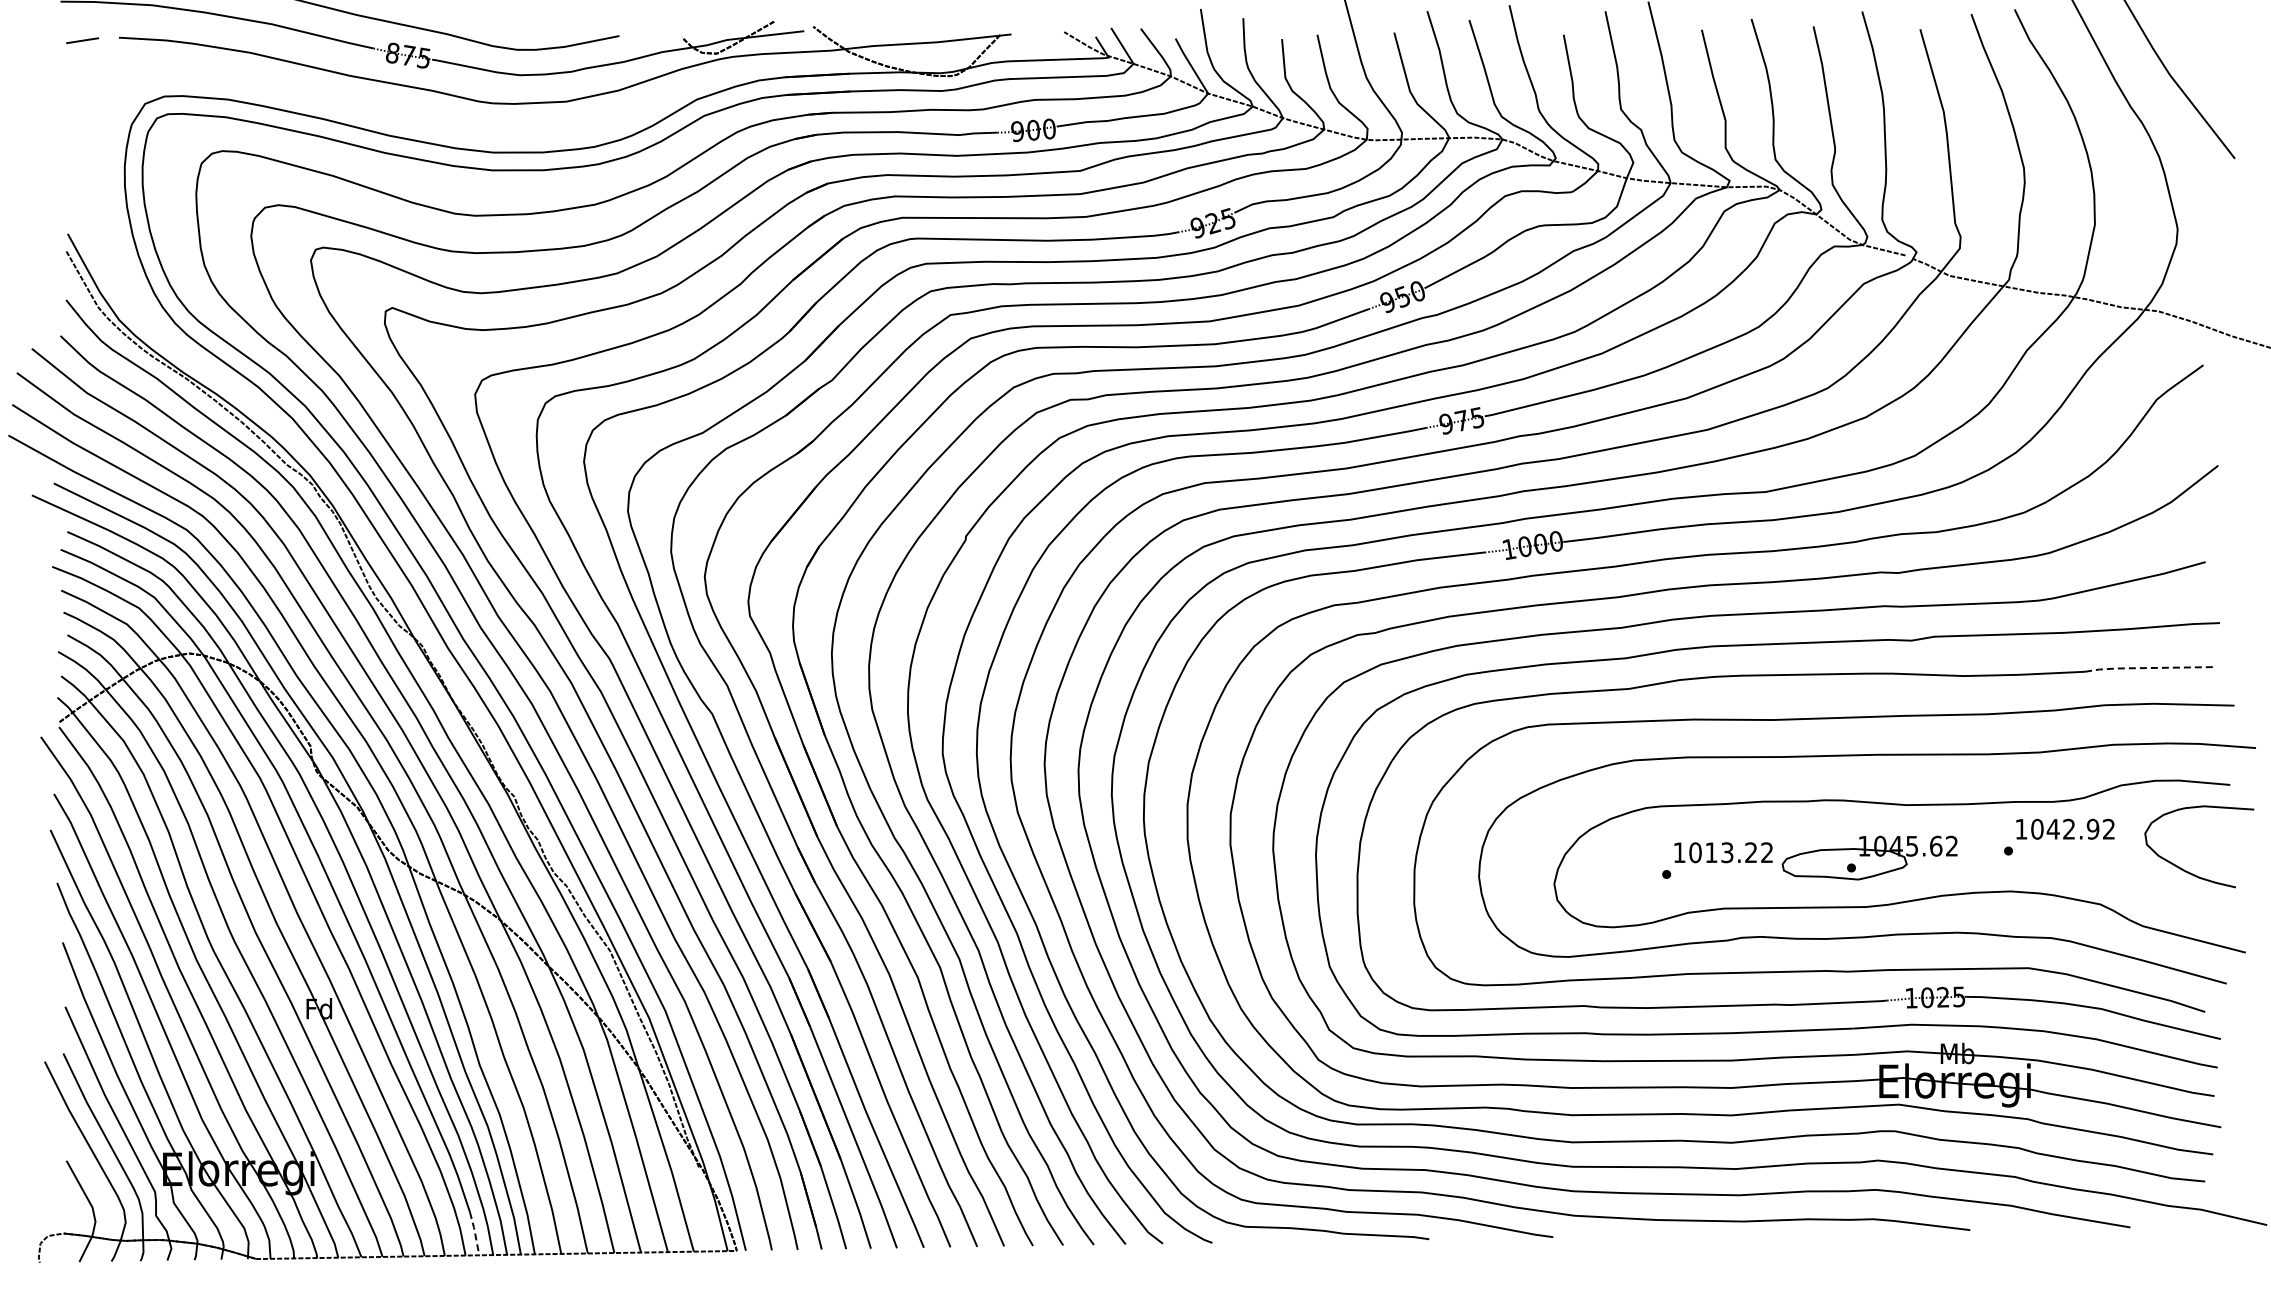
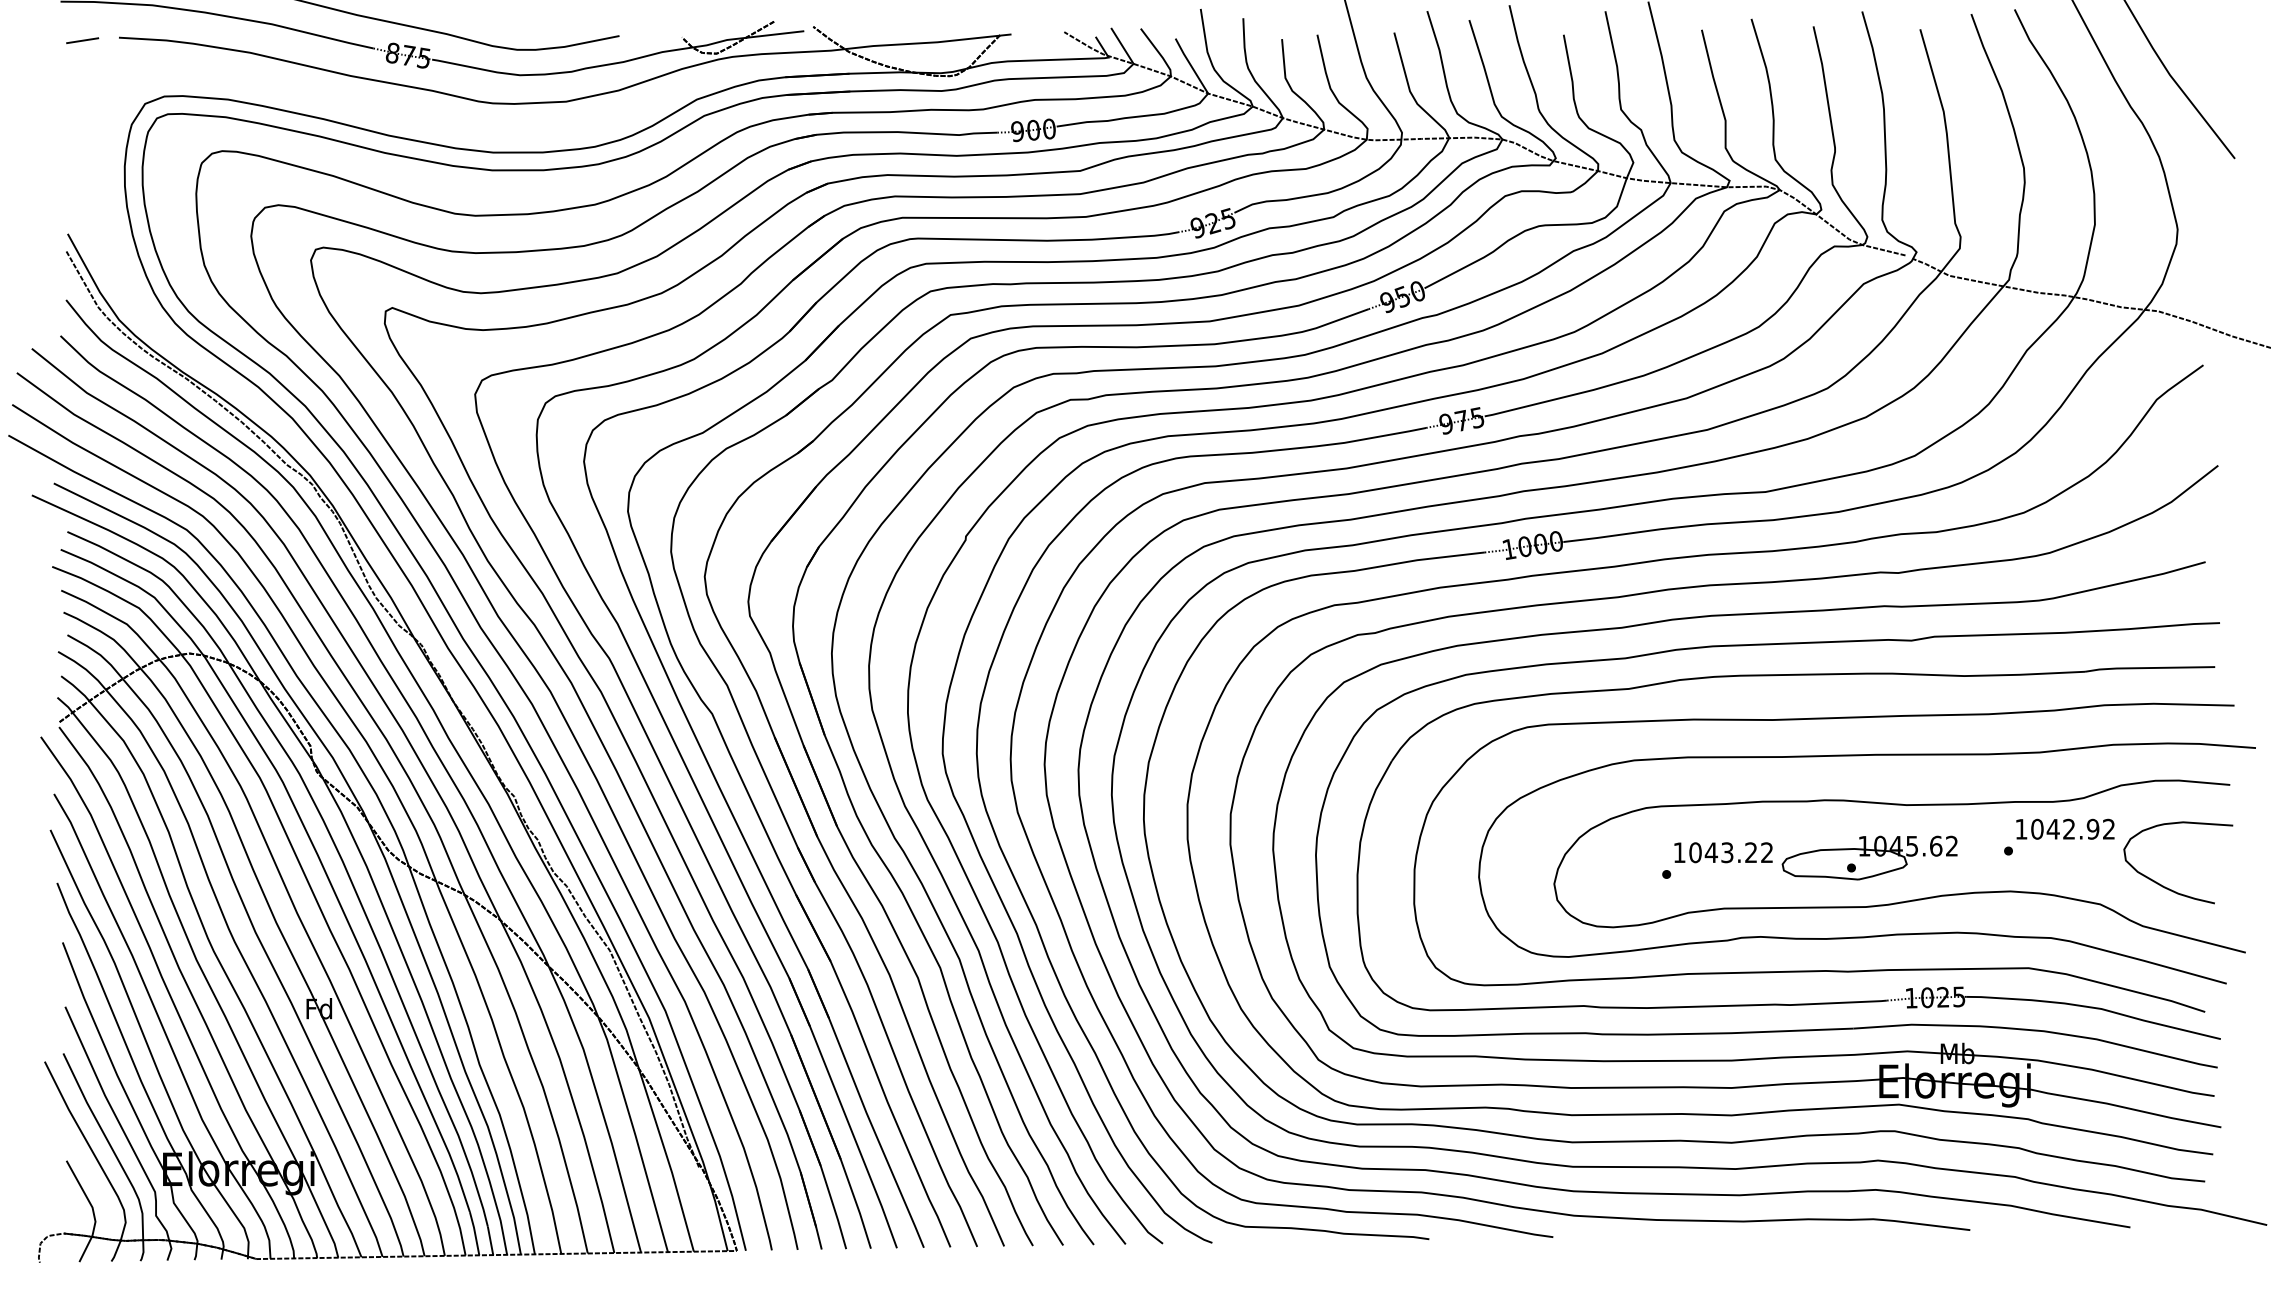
line at (2148, 668): dashed -> solid
text at (1710, 852): 1013.22 -> 1043.22
curve at (2186, 870) position: (2186, 870) -> (2165, 886)
line at (475, 1233): dashed -> solid
